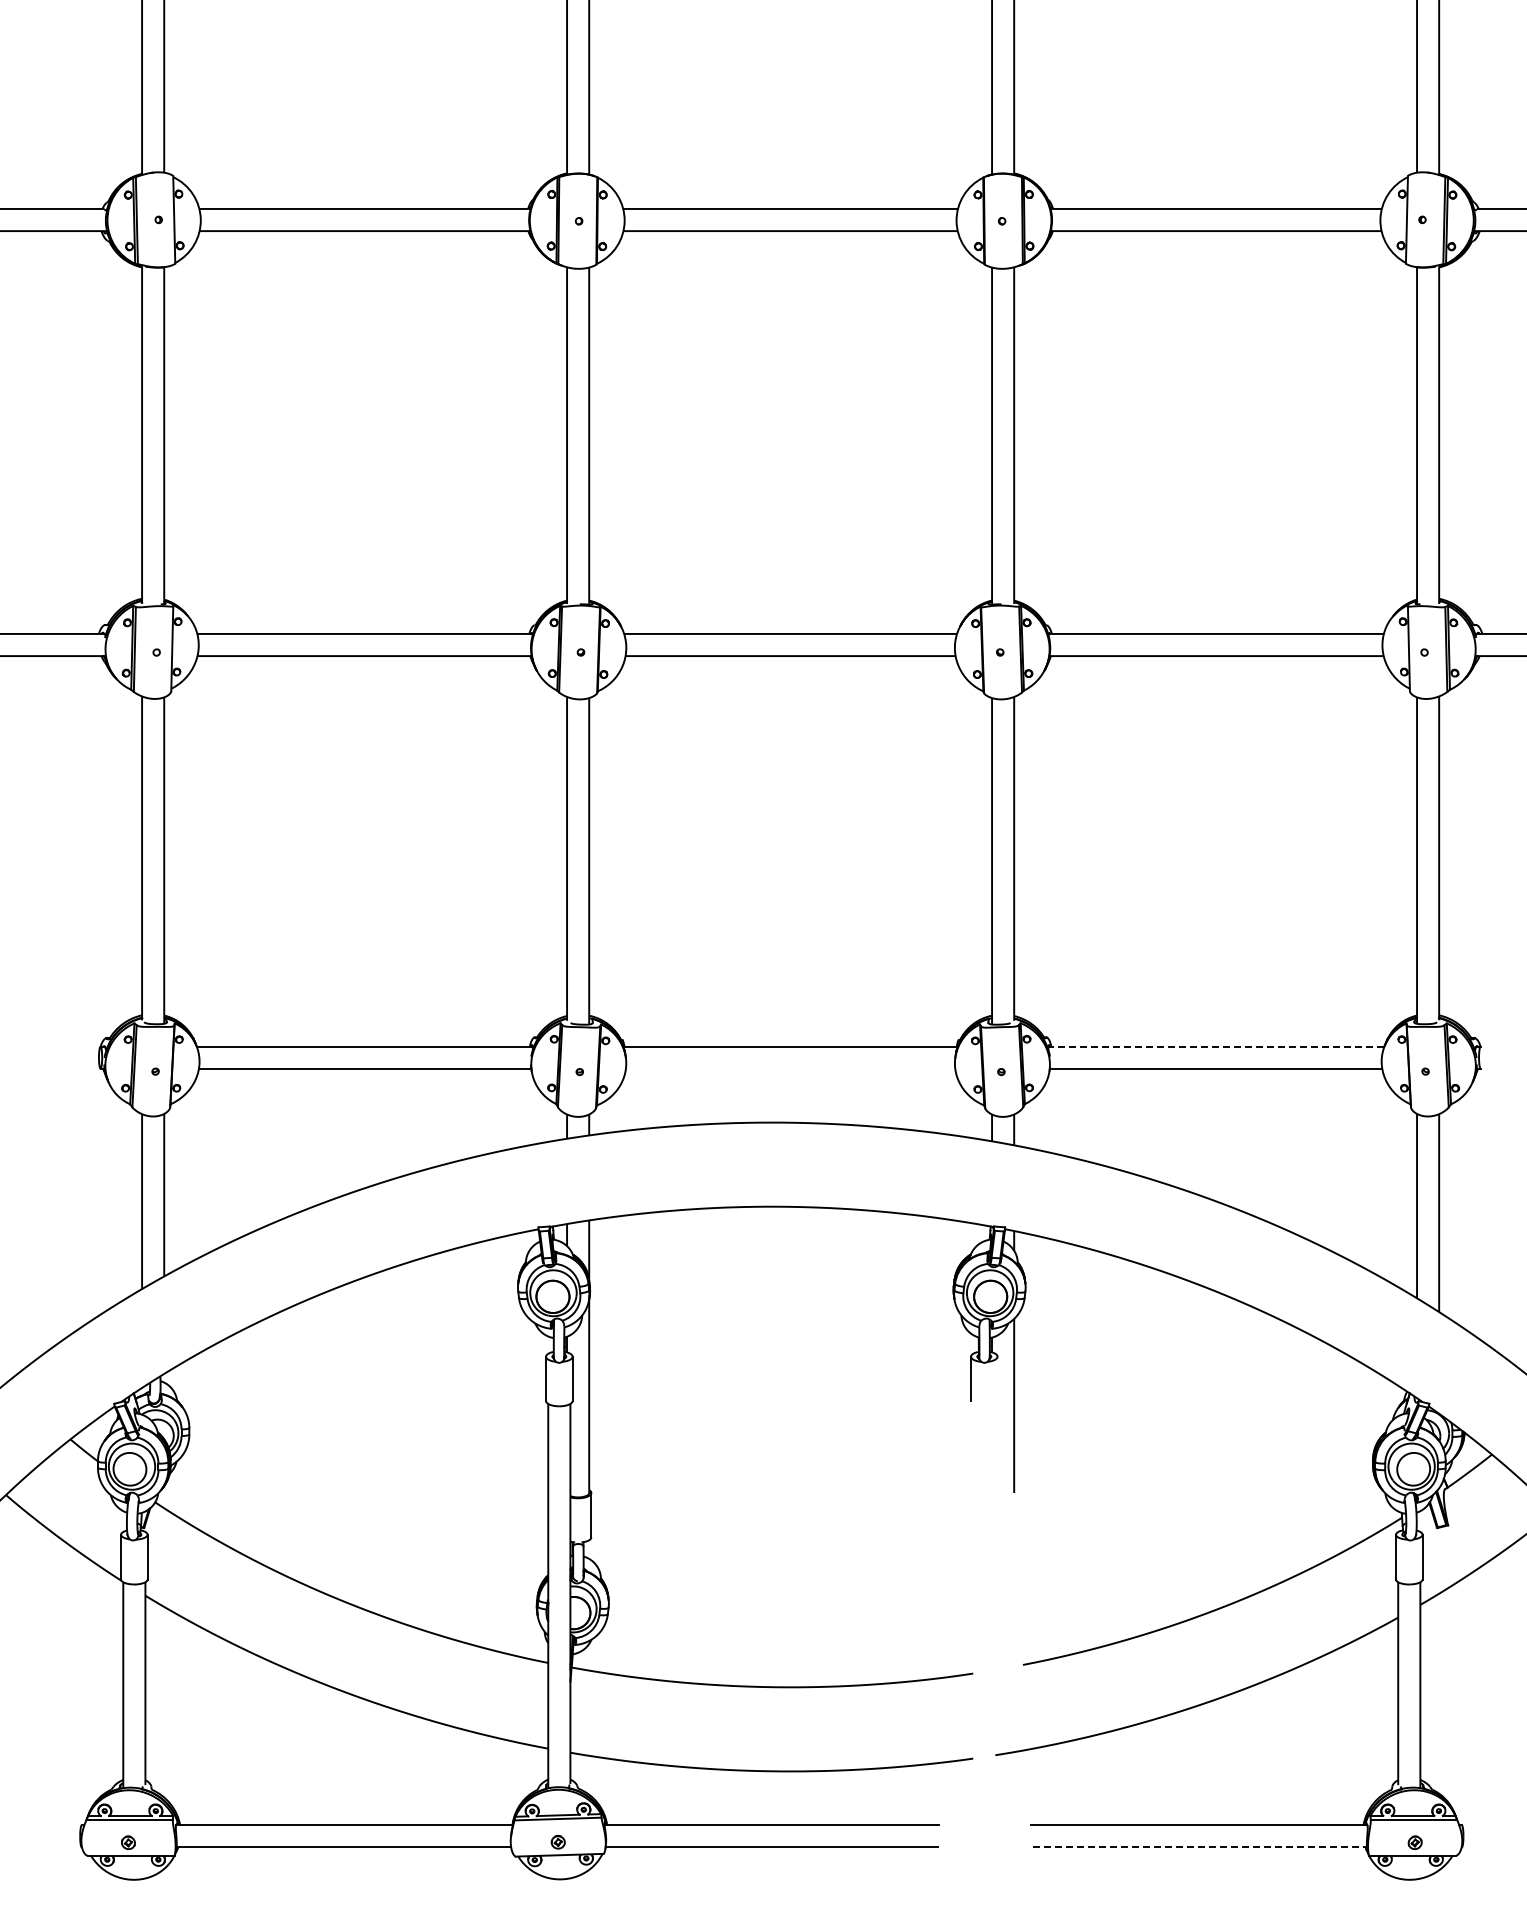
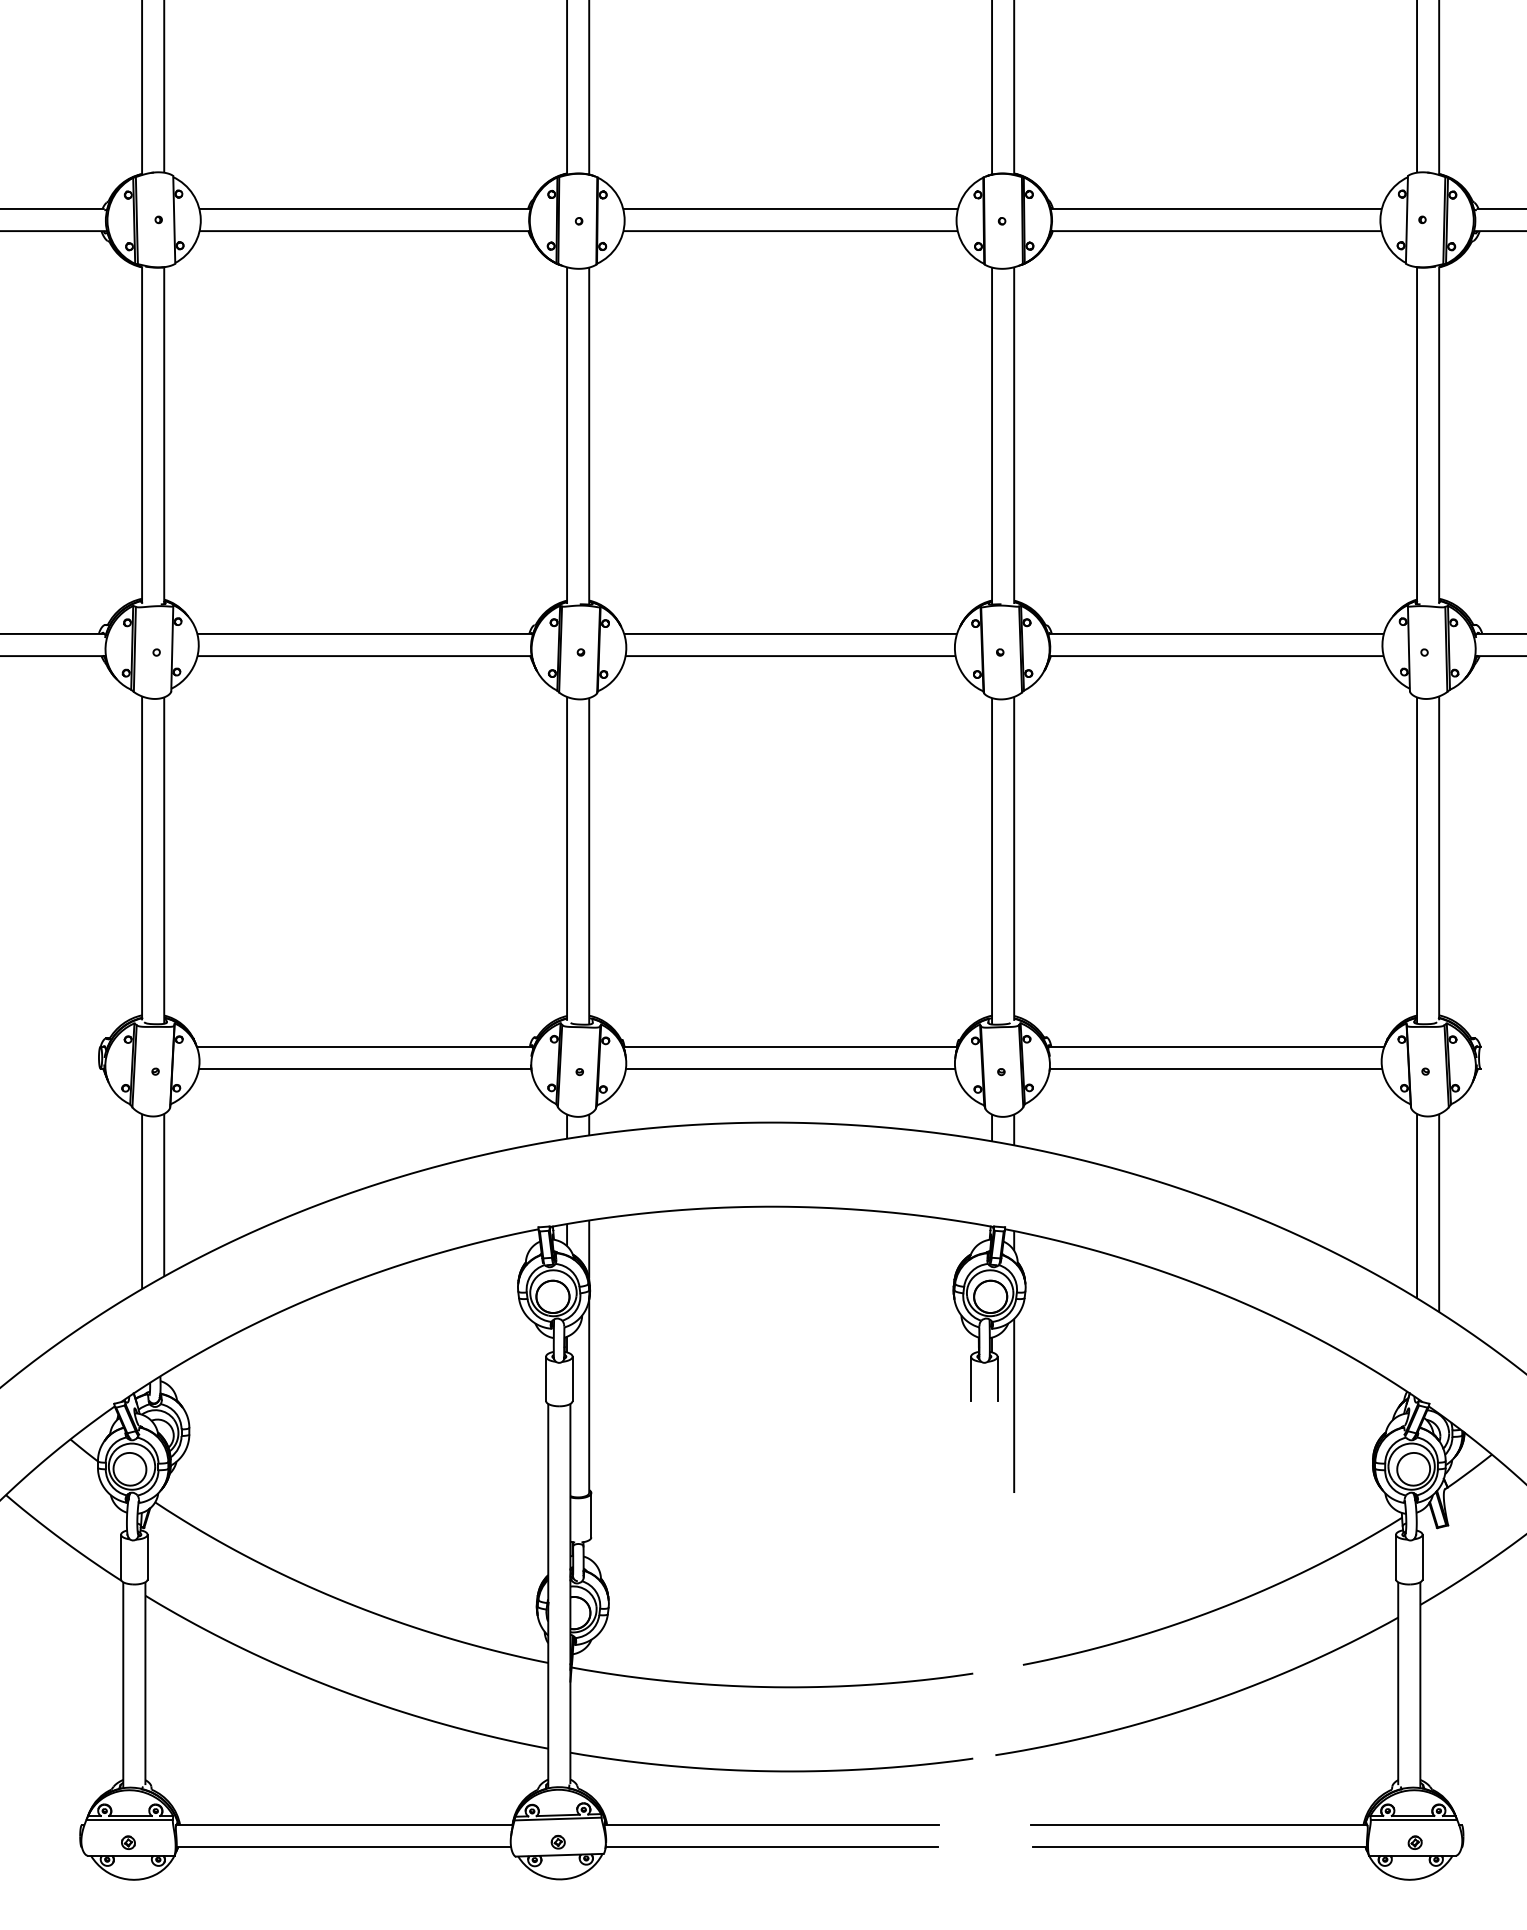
line at (1216, 1046): dashed -> solid
line at (790, 1068): none -> present
line at (997, 1378): none -> present
line at (1200, 1847): dashed -> solid
